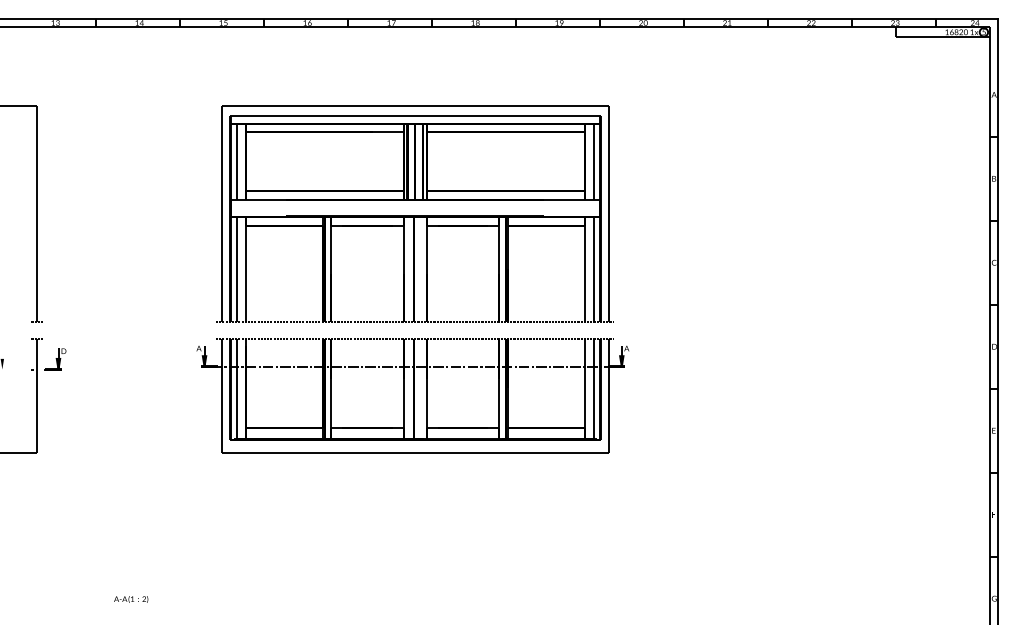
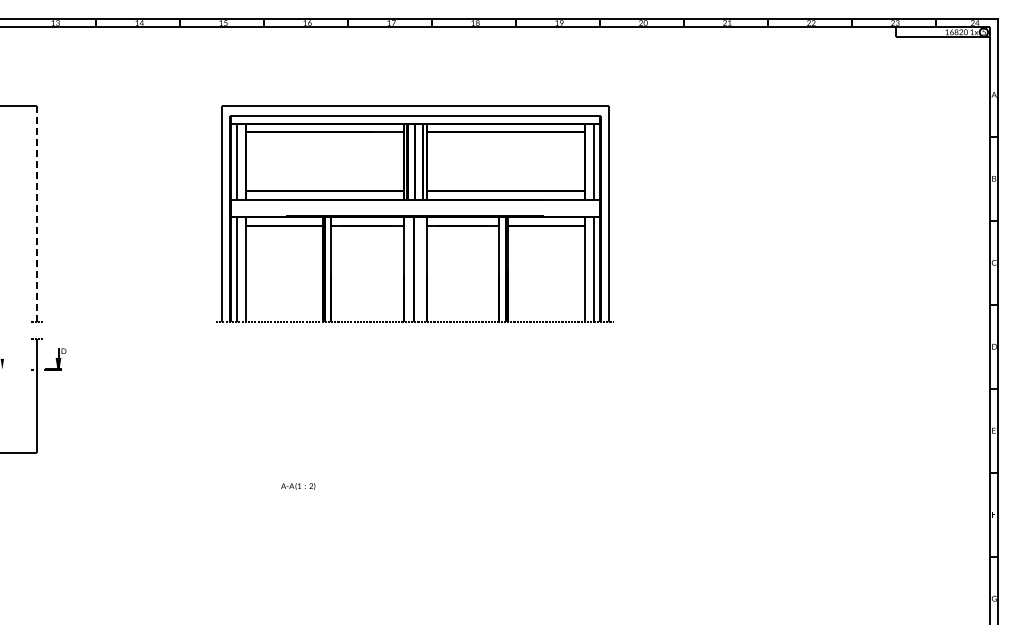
line at (37, 214): solid -> dashed
part at (412, 395): present -> none
text at (131, 599) position: (131, 599) -> (298, 486)
